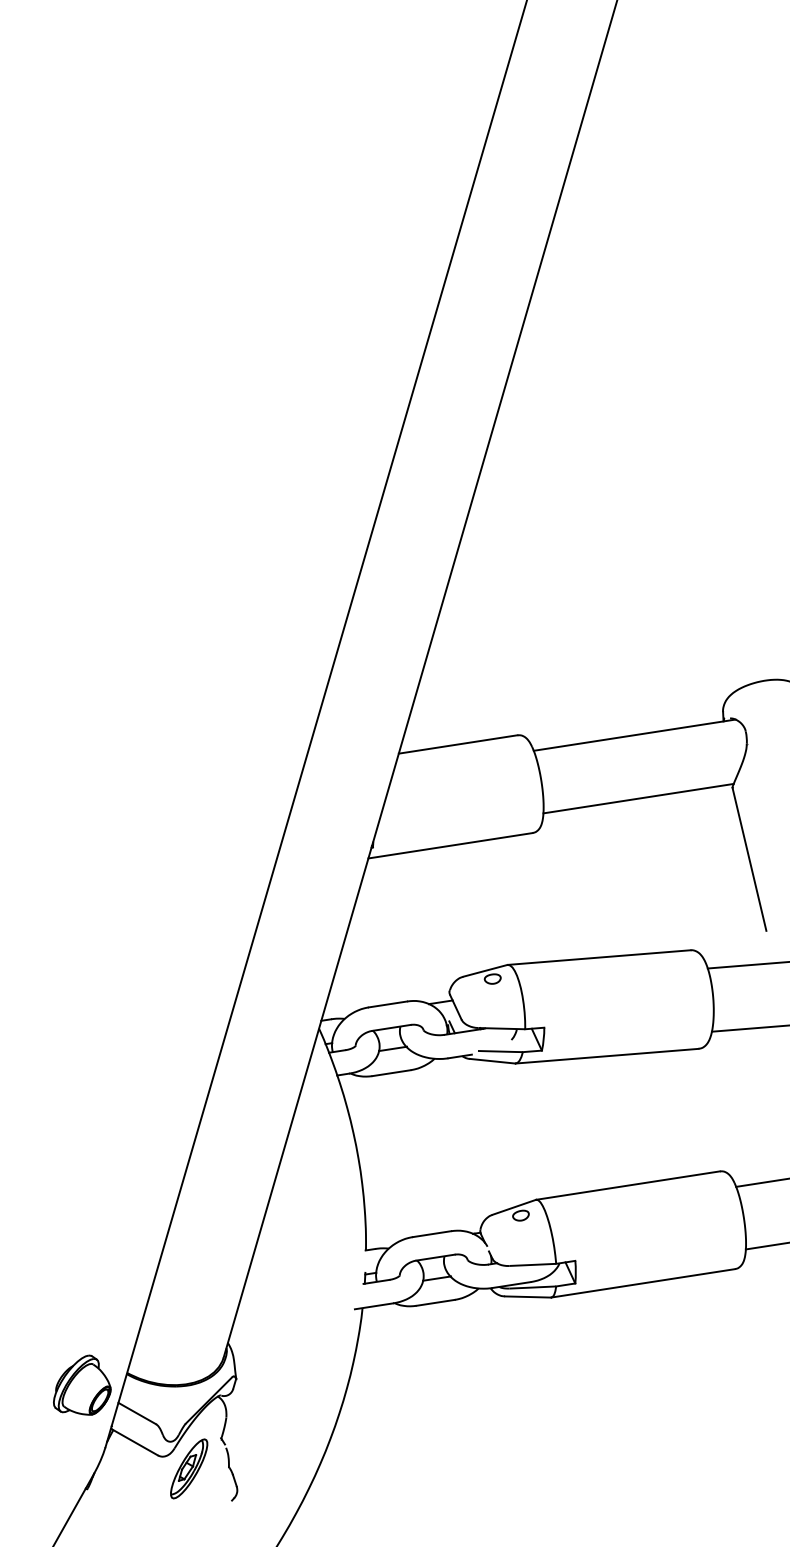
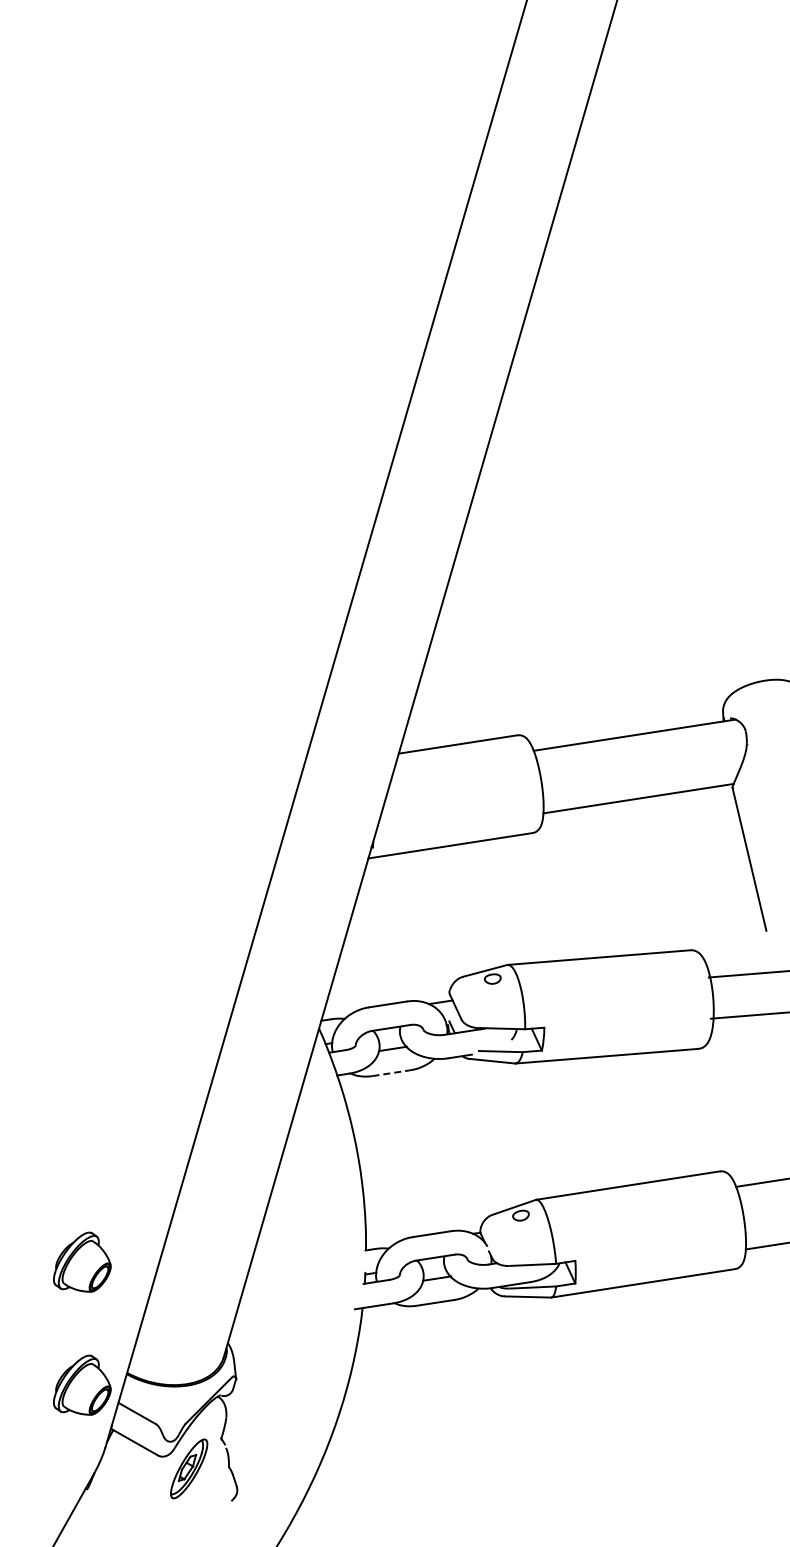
line at (746, 965) position: (746, 965) -> (747, 974)
line at (748, 1028) position: (748, 1028) -> (748, 1015)
line at (392, 1073): solid -> dashed
part at (82, 1261): none -> present
